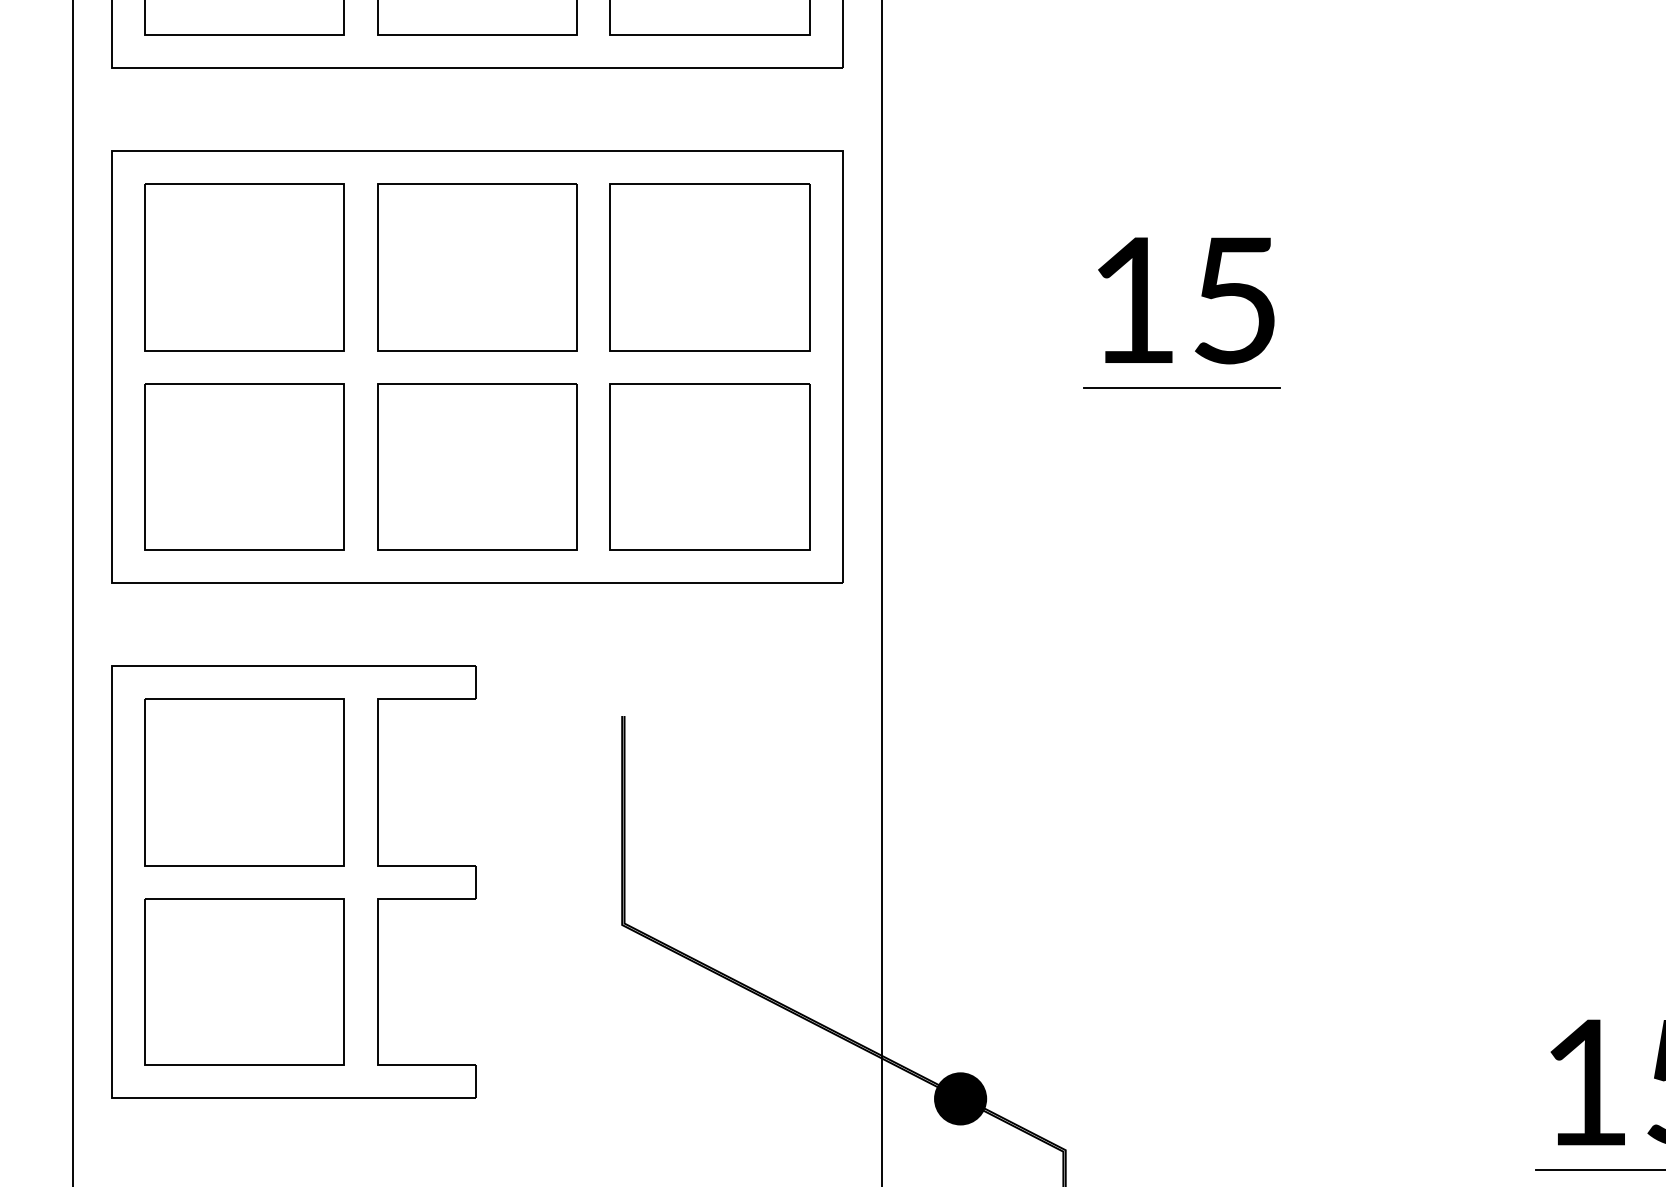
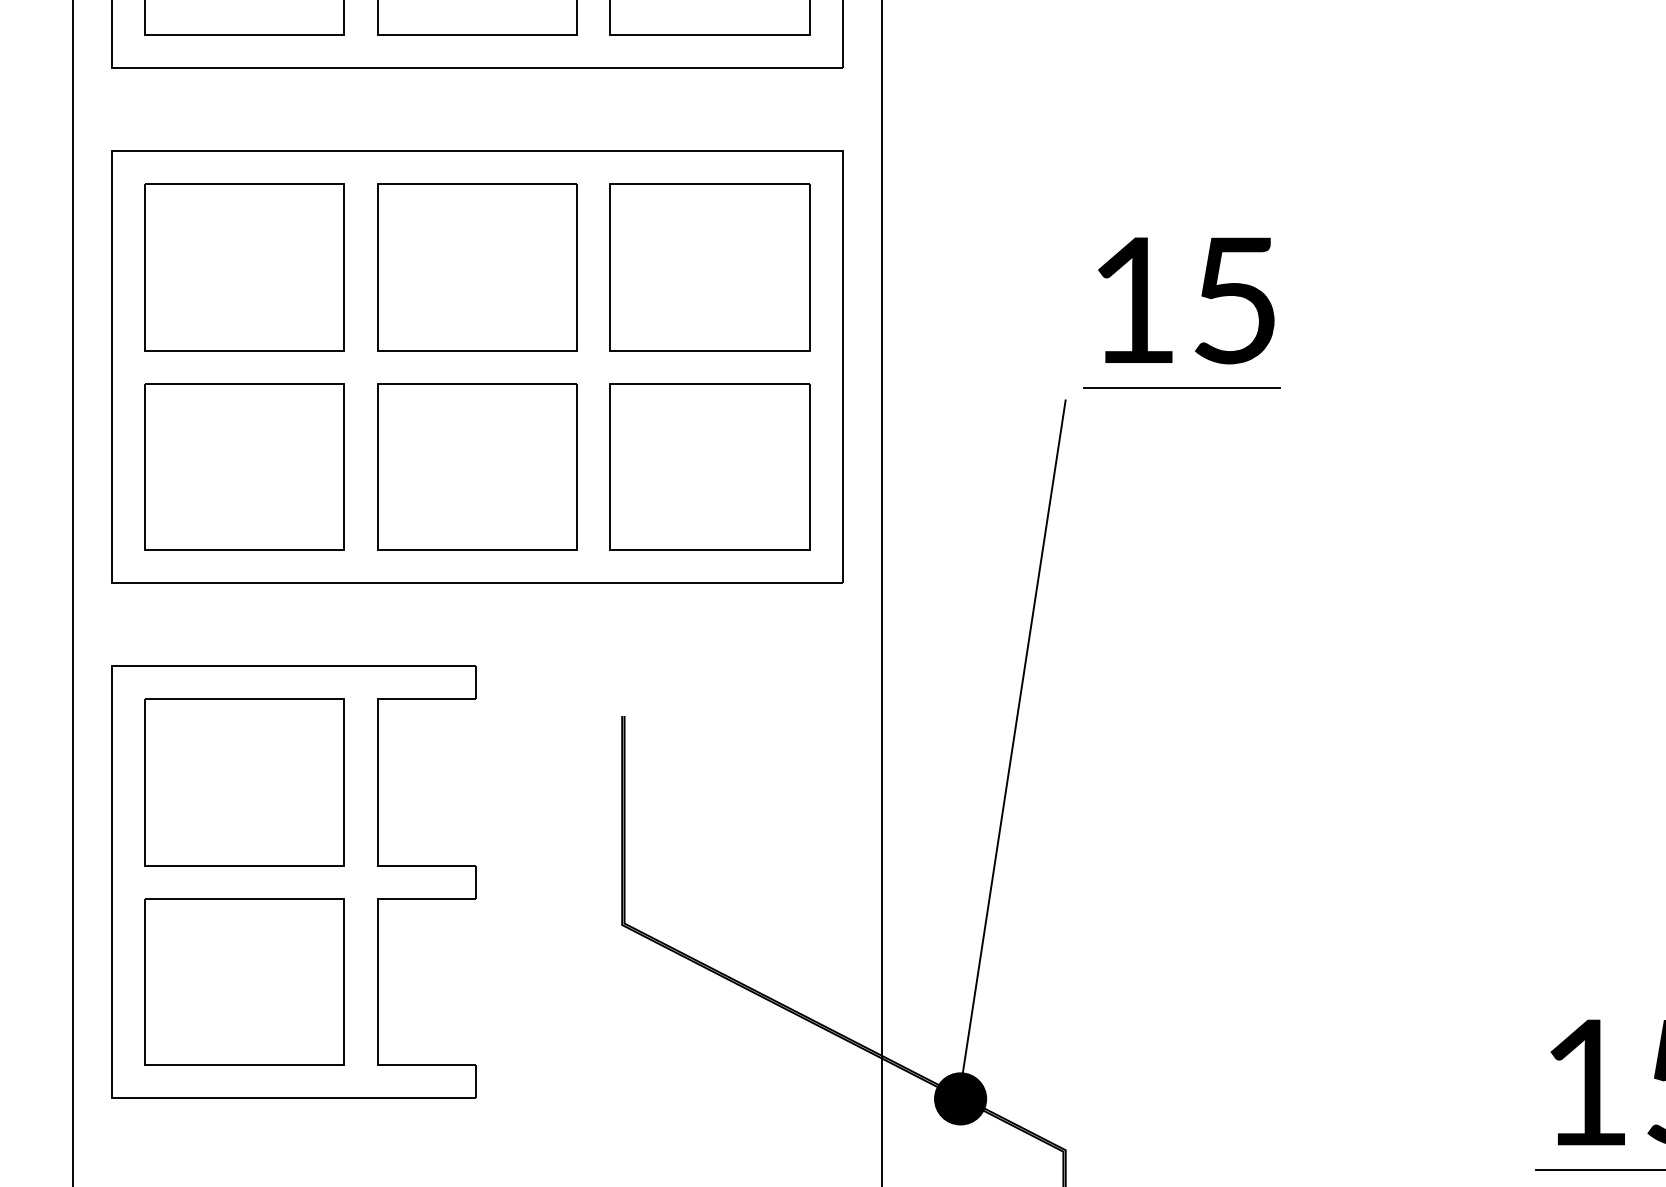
line at (1012, 749): none -> present
